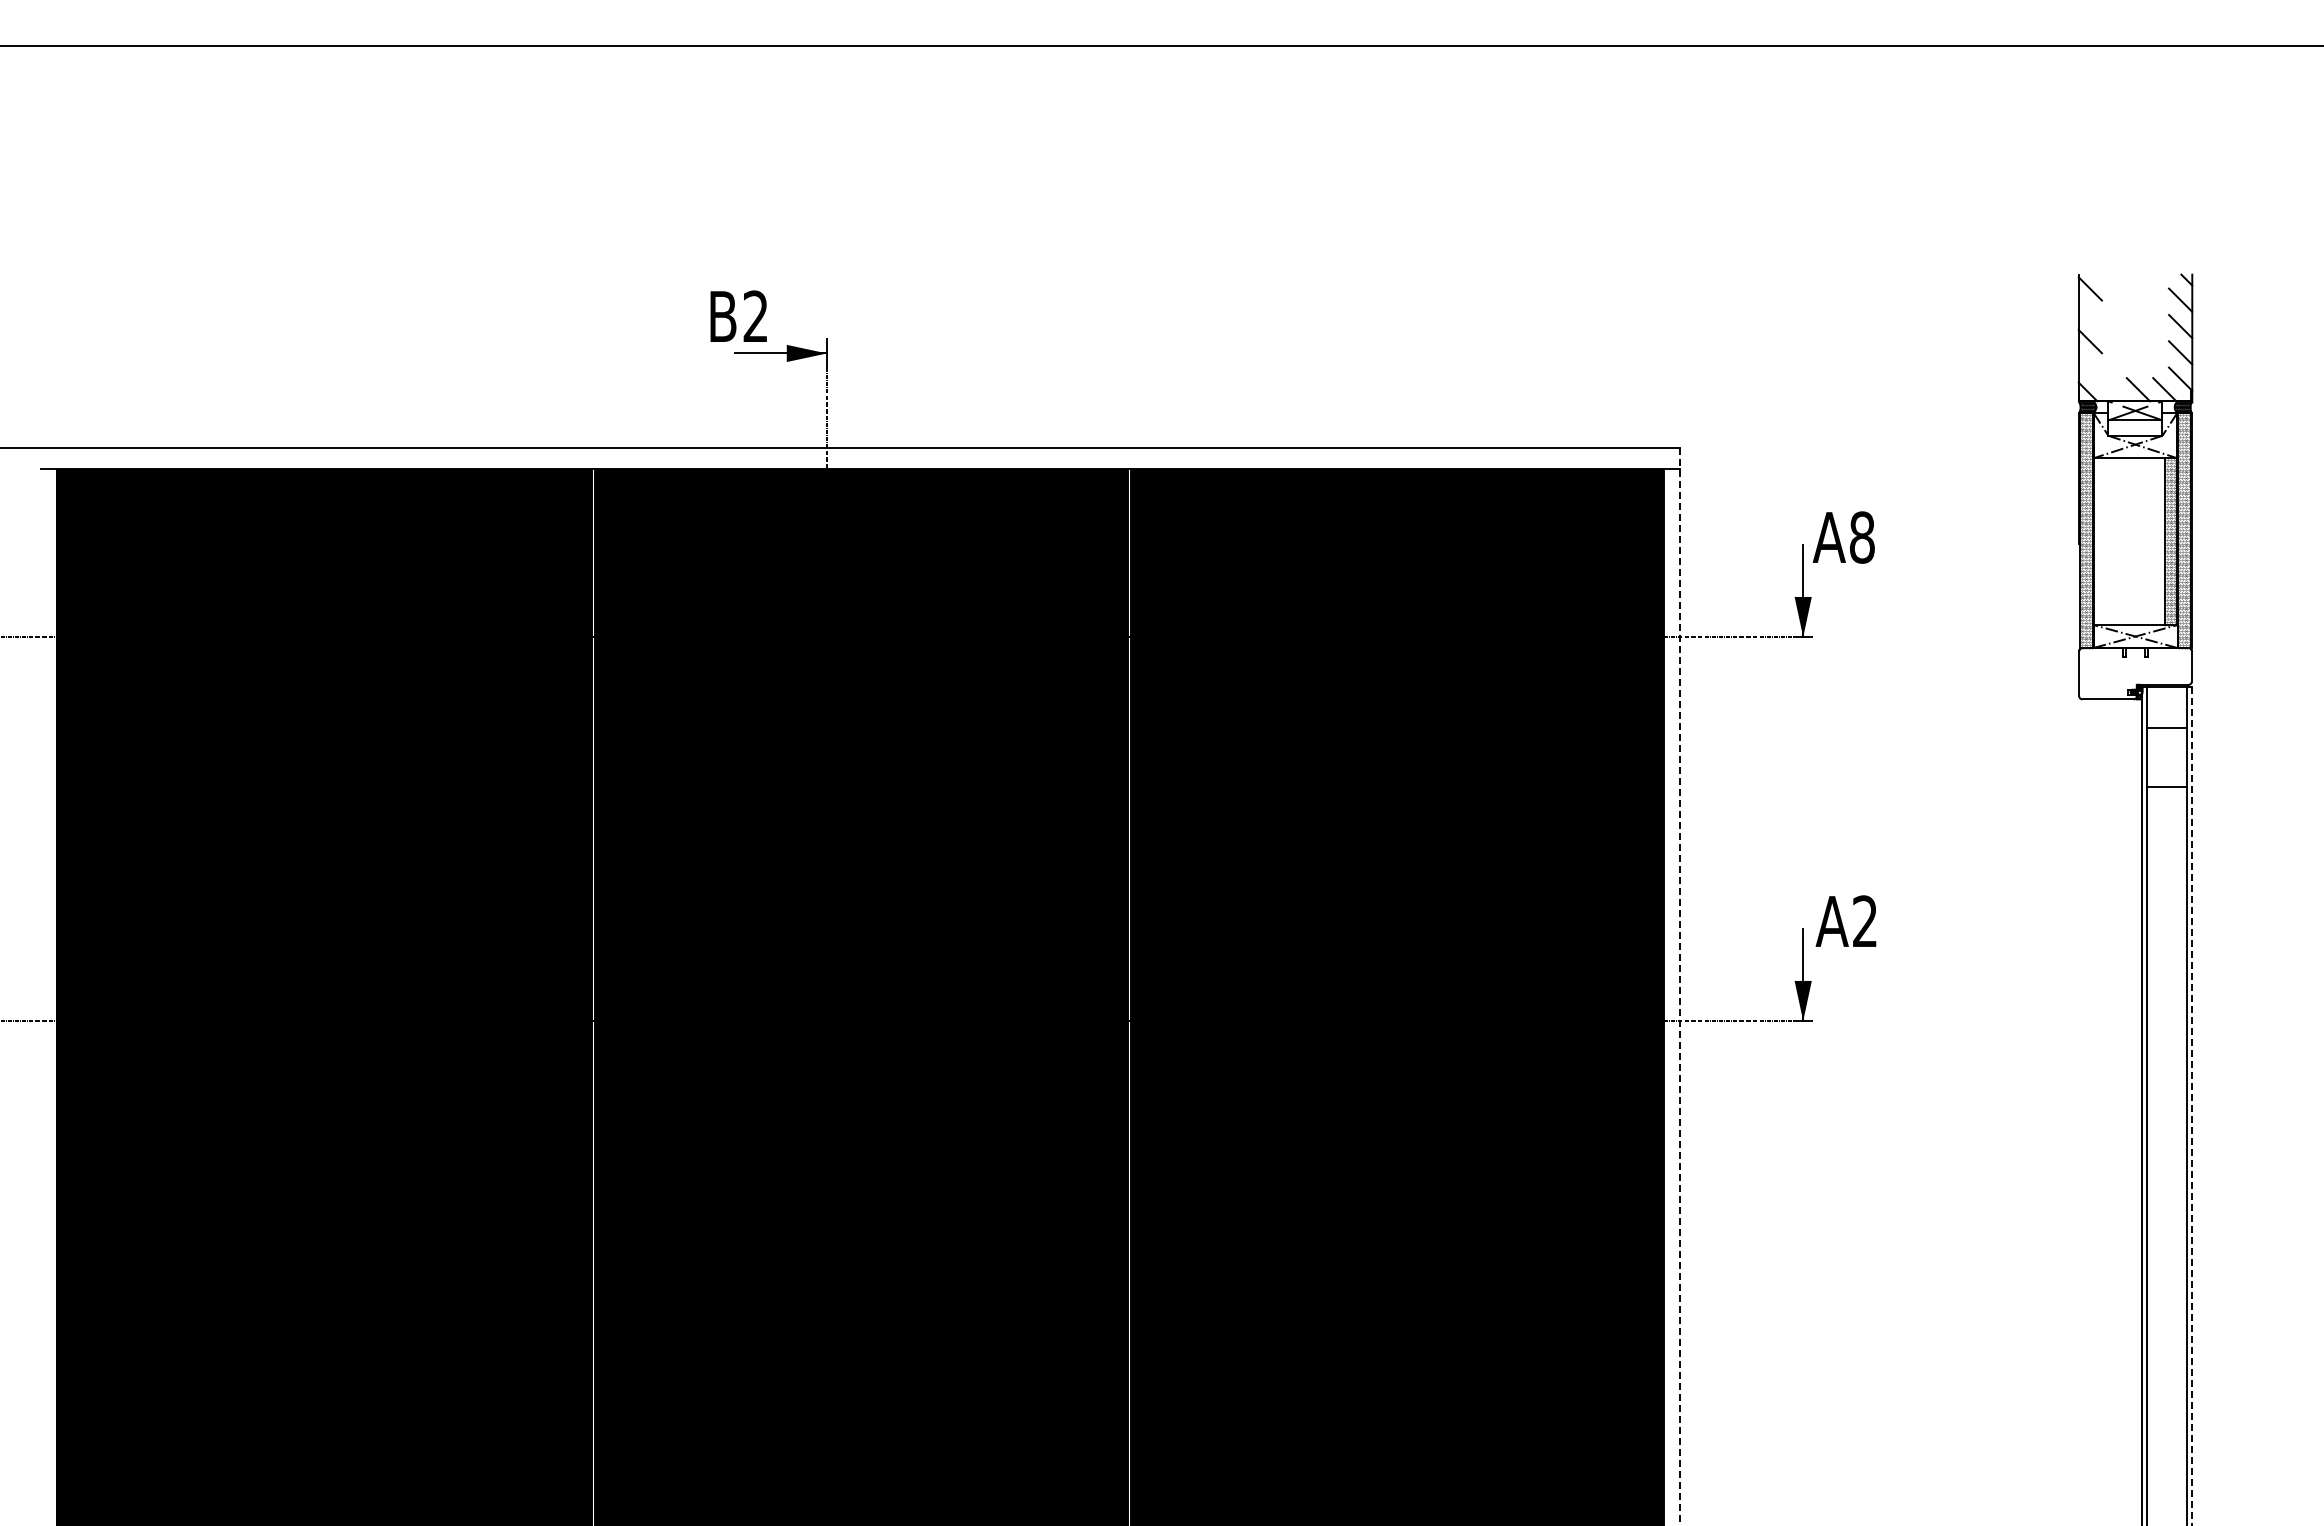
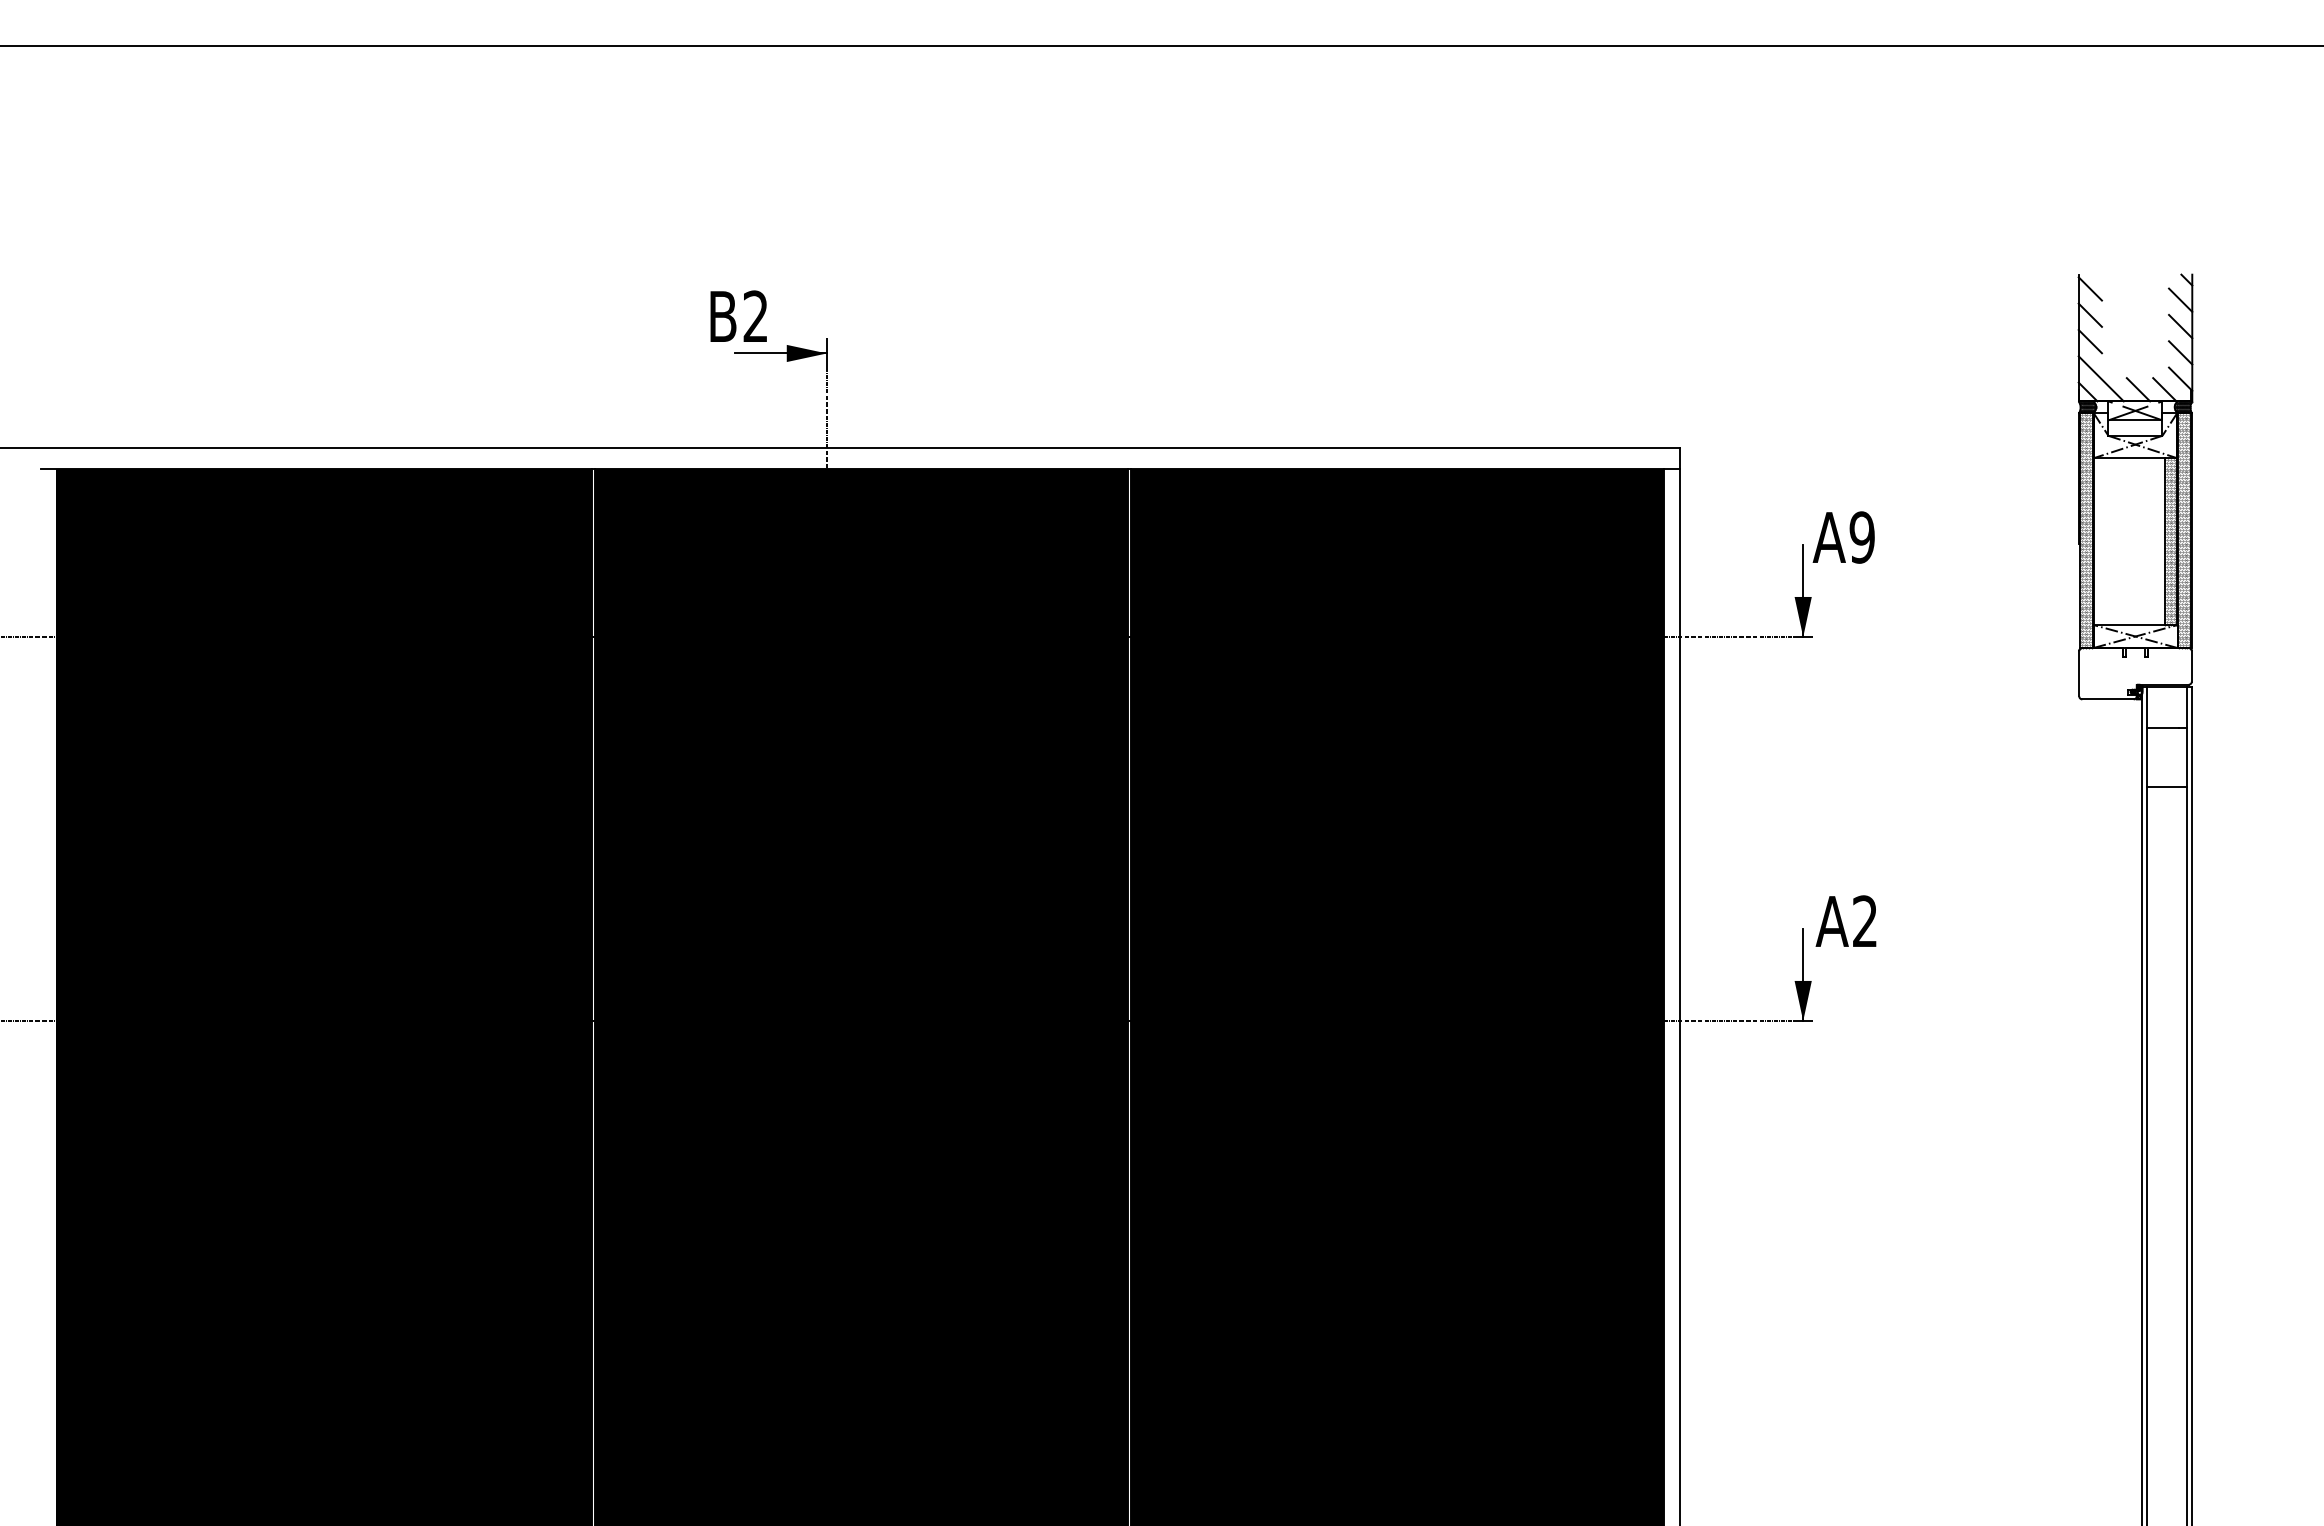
line at (2089, 314): none -> present
line at (2100, 378): none -> present
text at (1861, 537): A8 -> A9
line at (1679, 986): dashed -> solid
line at (2191, 1106): dashed -> solid
